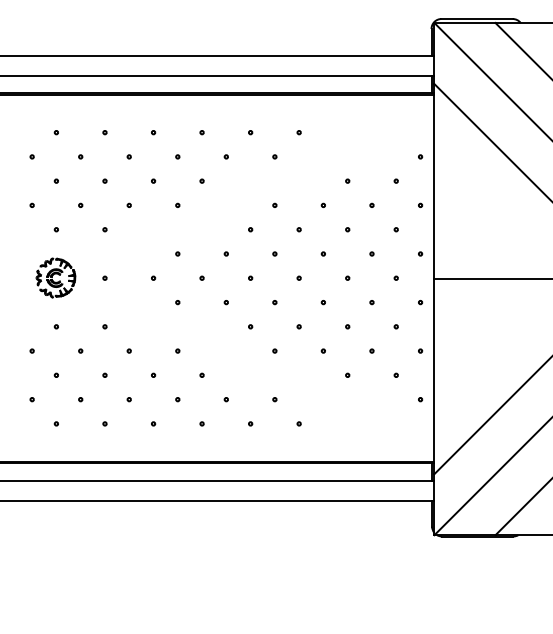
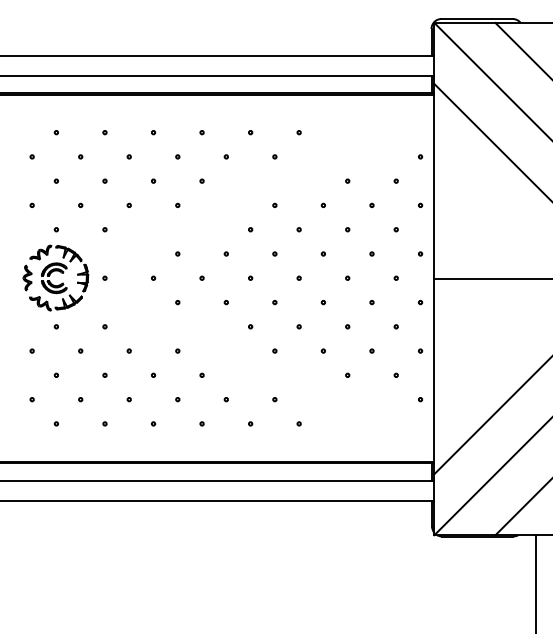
part at (55, 277) size: 42x42 px -> 68x68 px
line at (536, 582): none -> present
